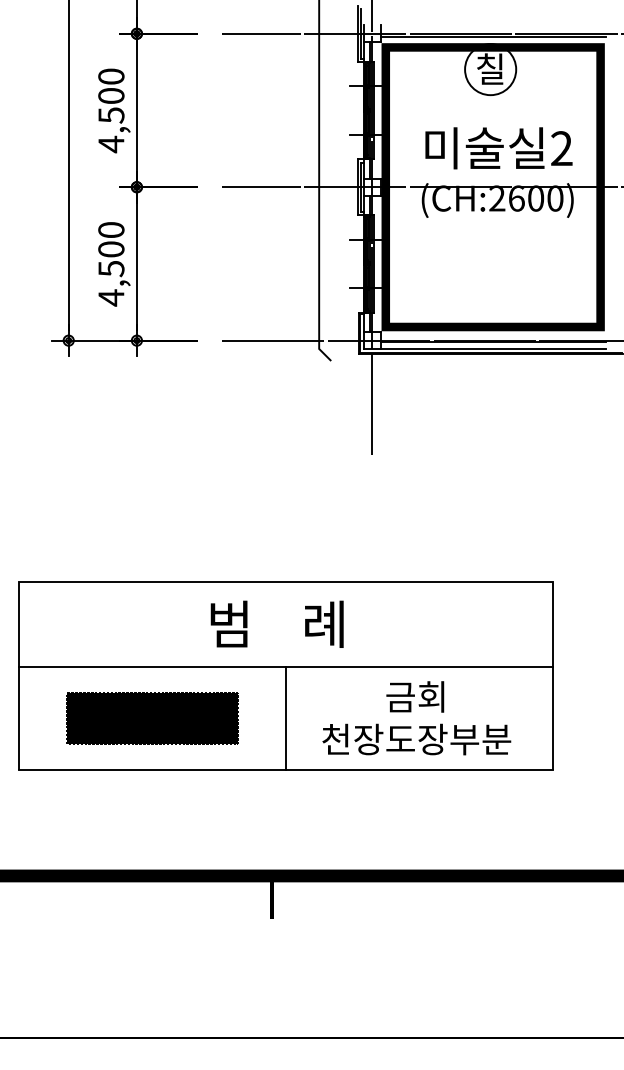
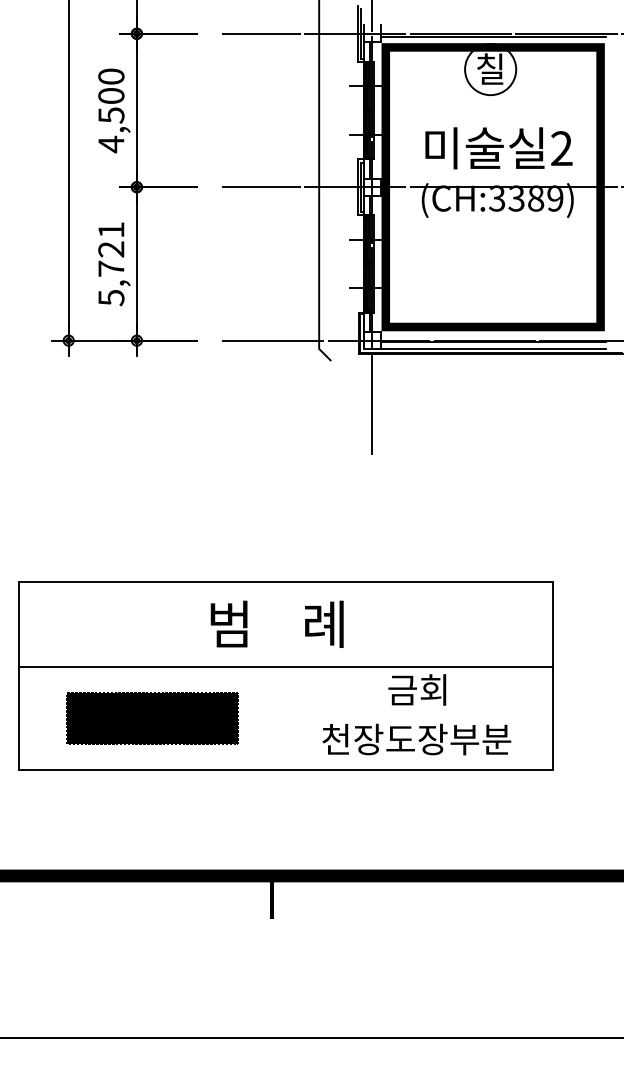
text at (526, 198): (CH:2600) -> (CH:3389)
text at (111, 264): 4,500 -> 5,721
text at (415, 696) position: (415, 696) -> (417, 689)
line at (286, 718): present -> none
